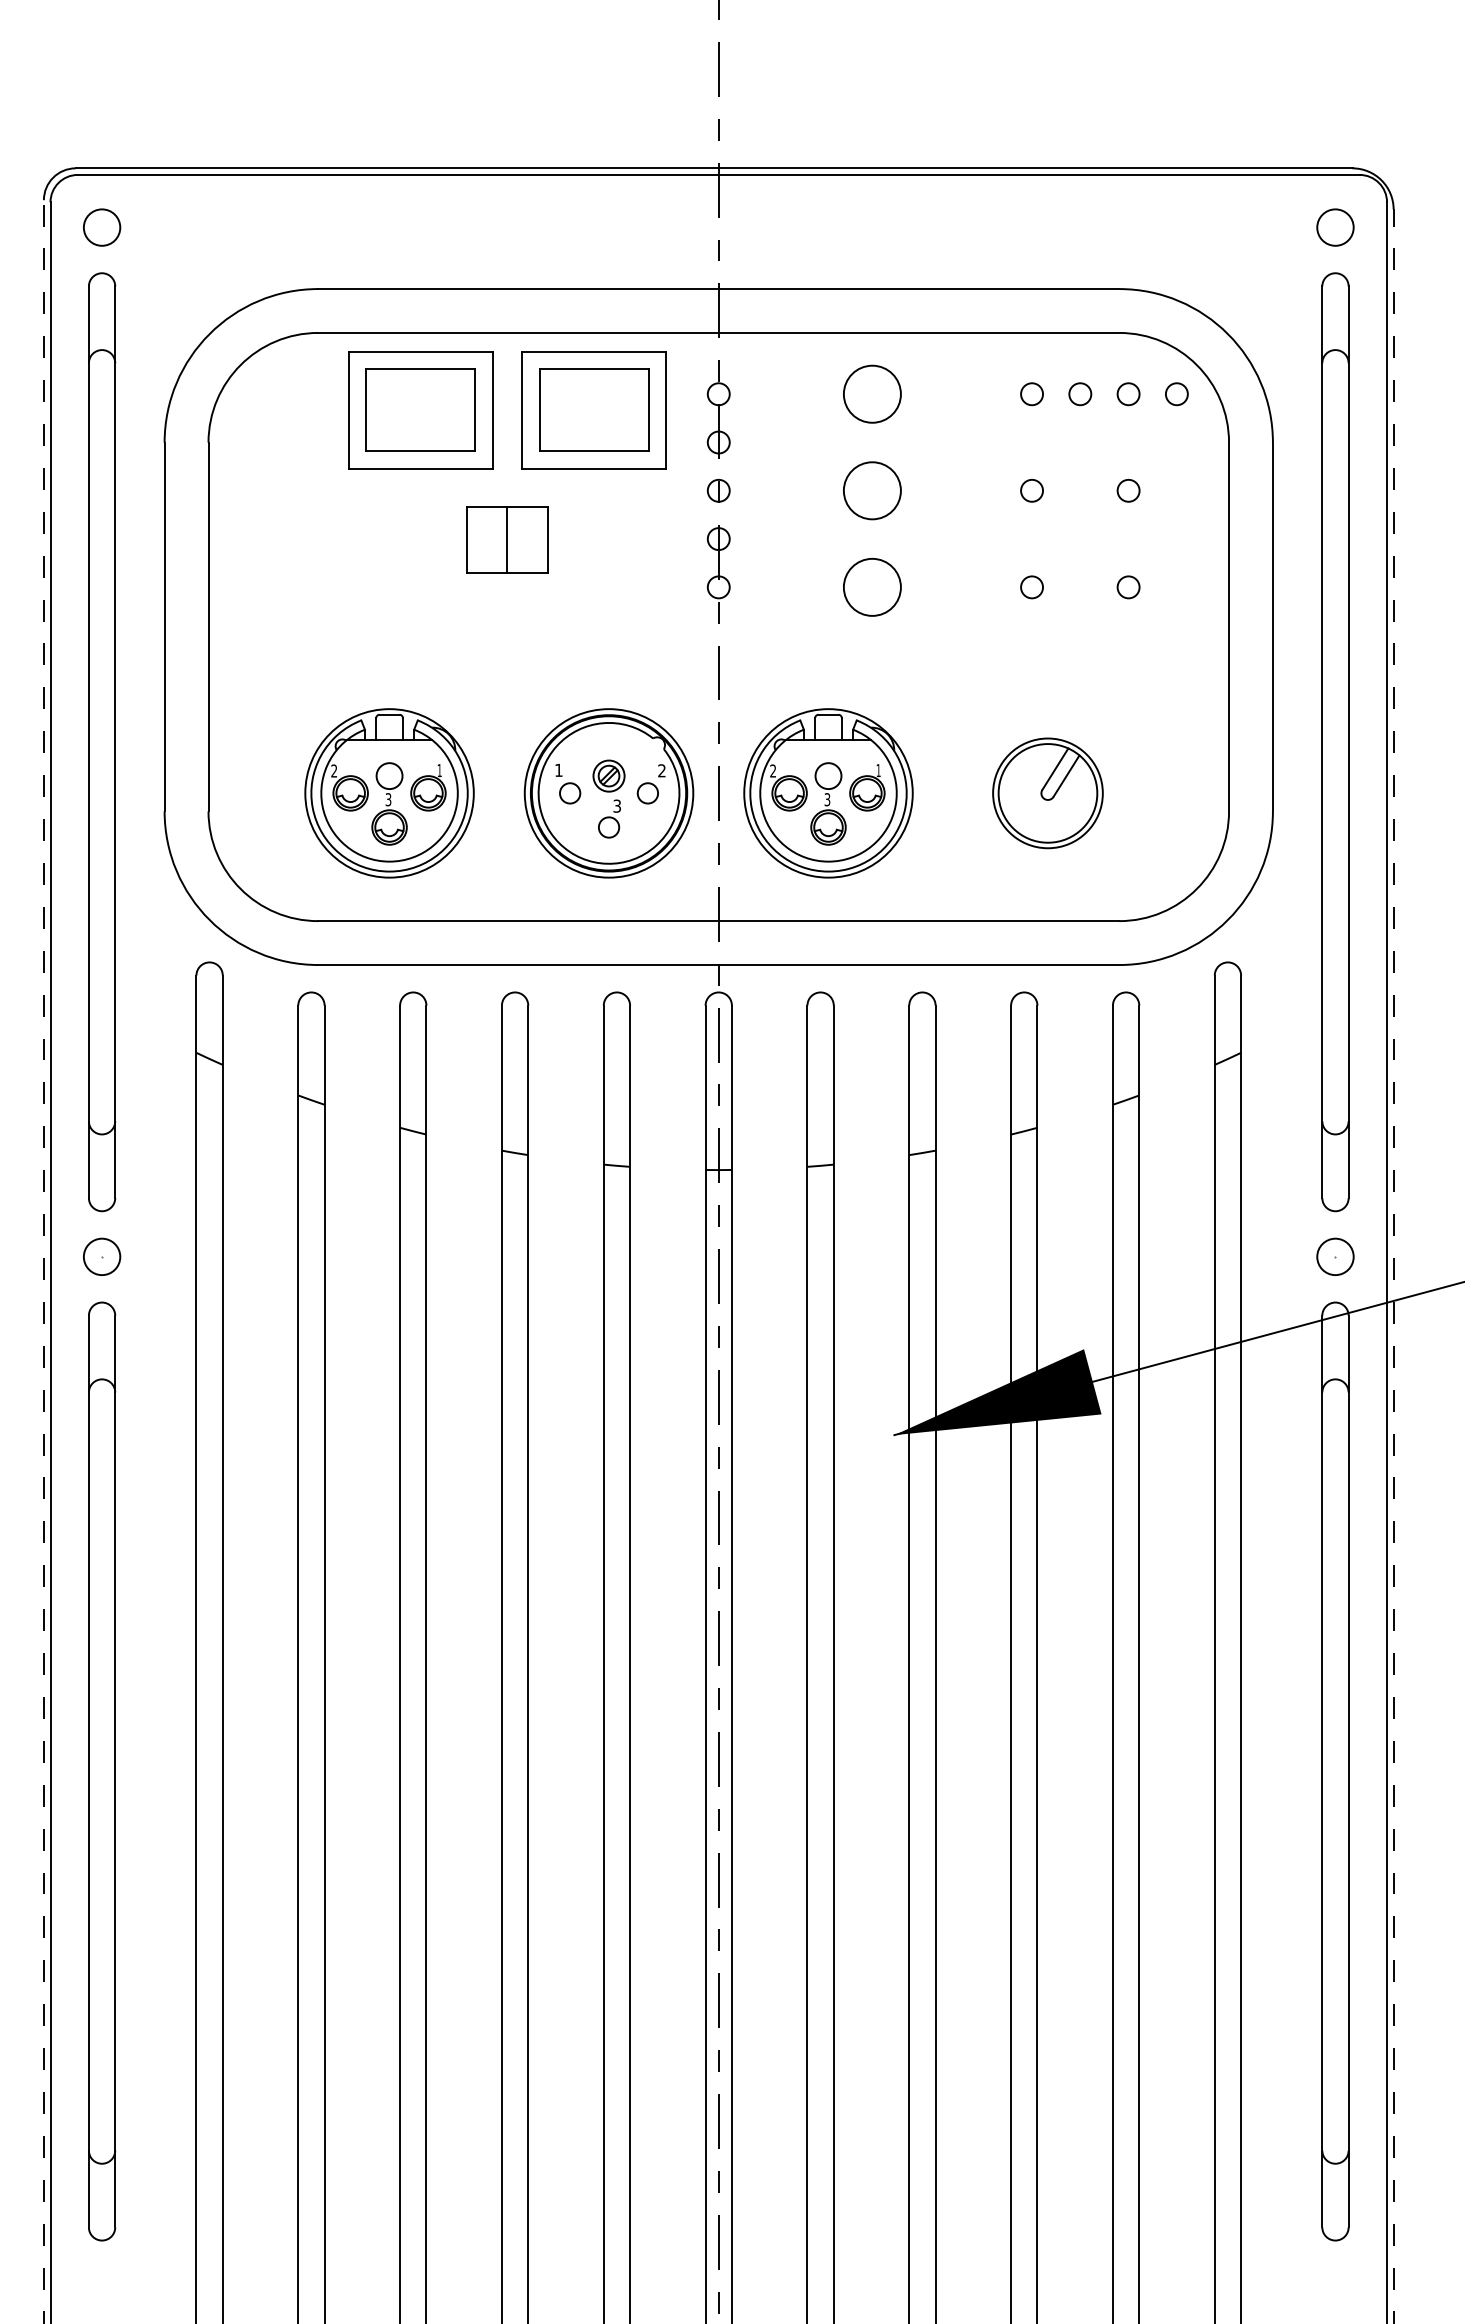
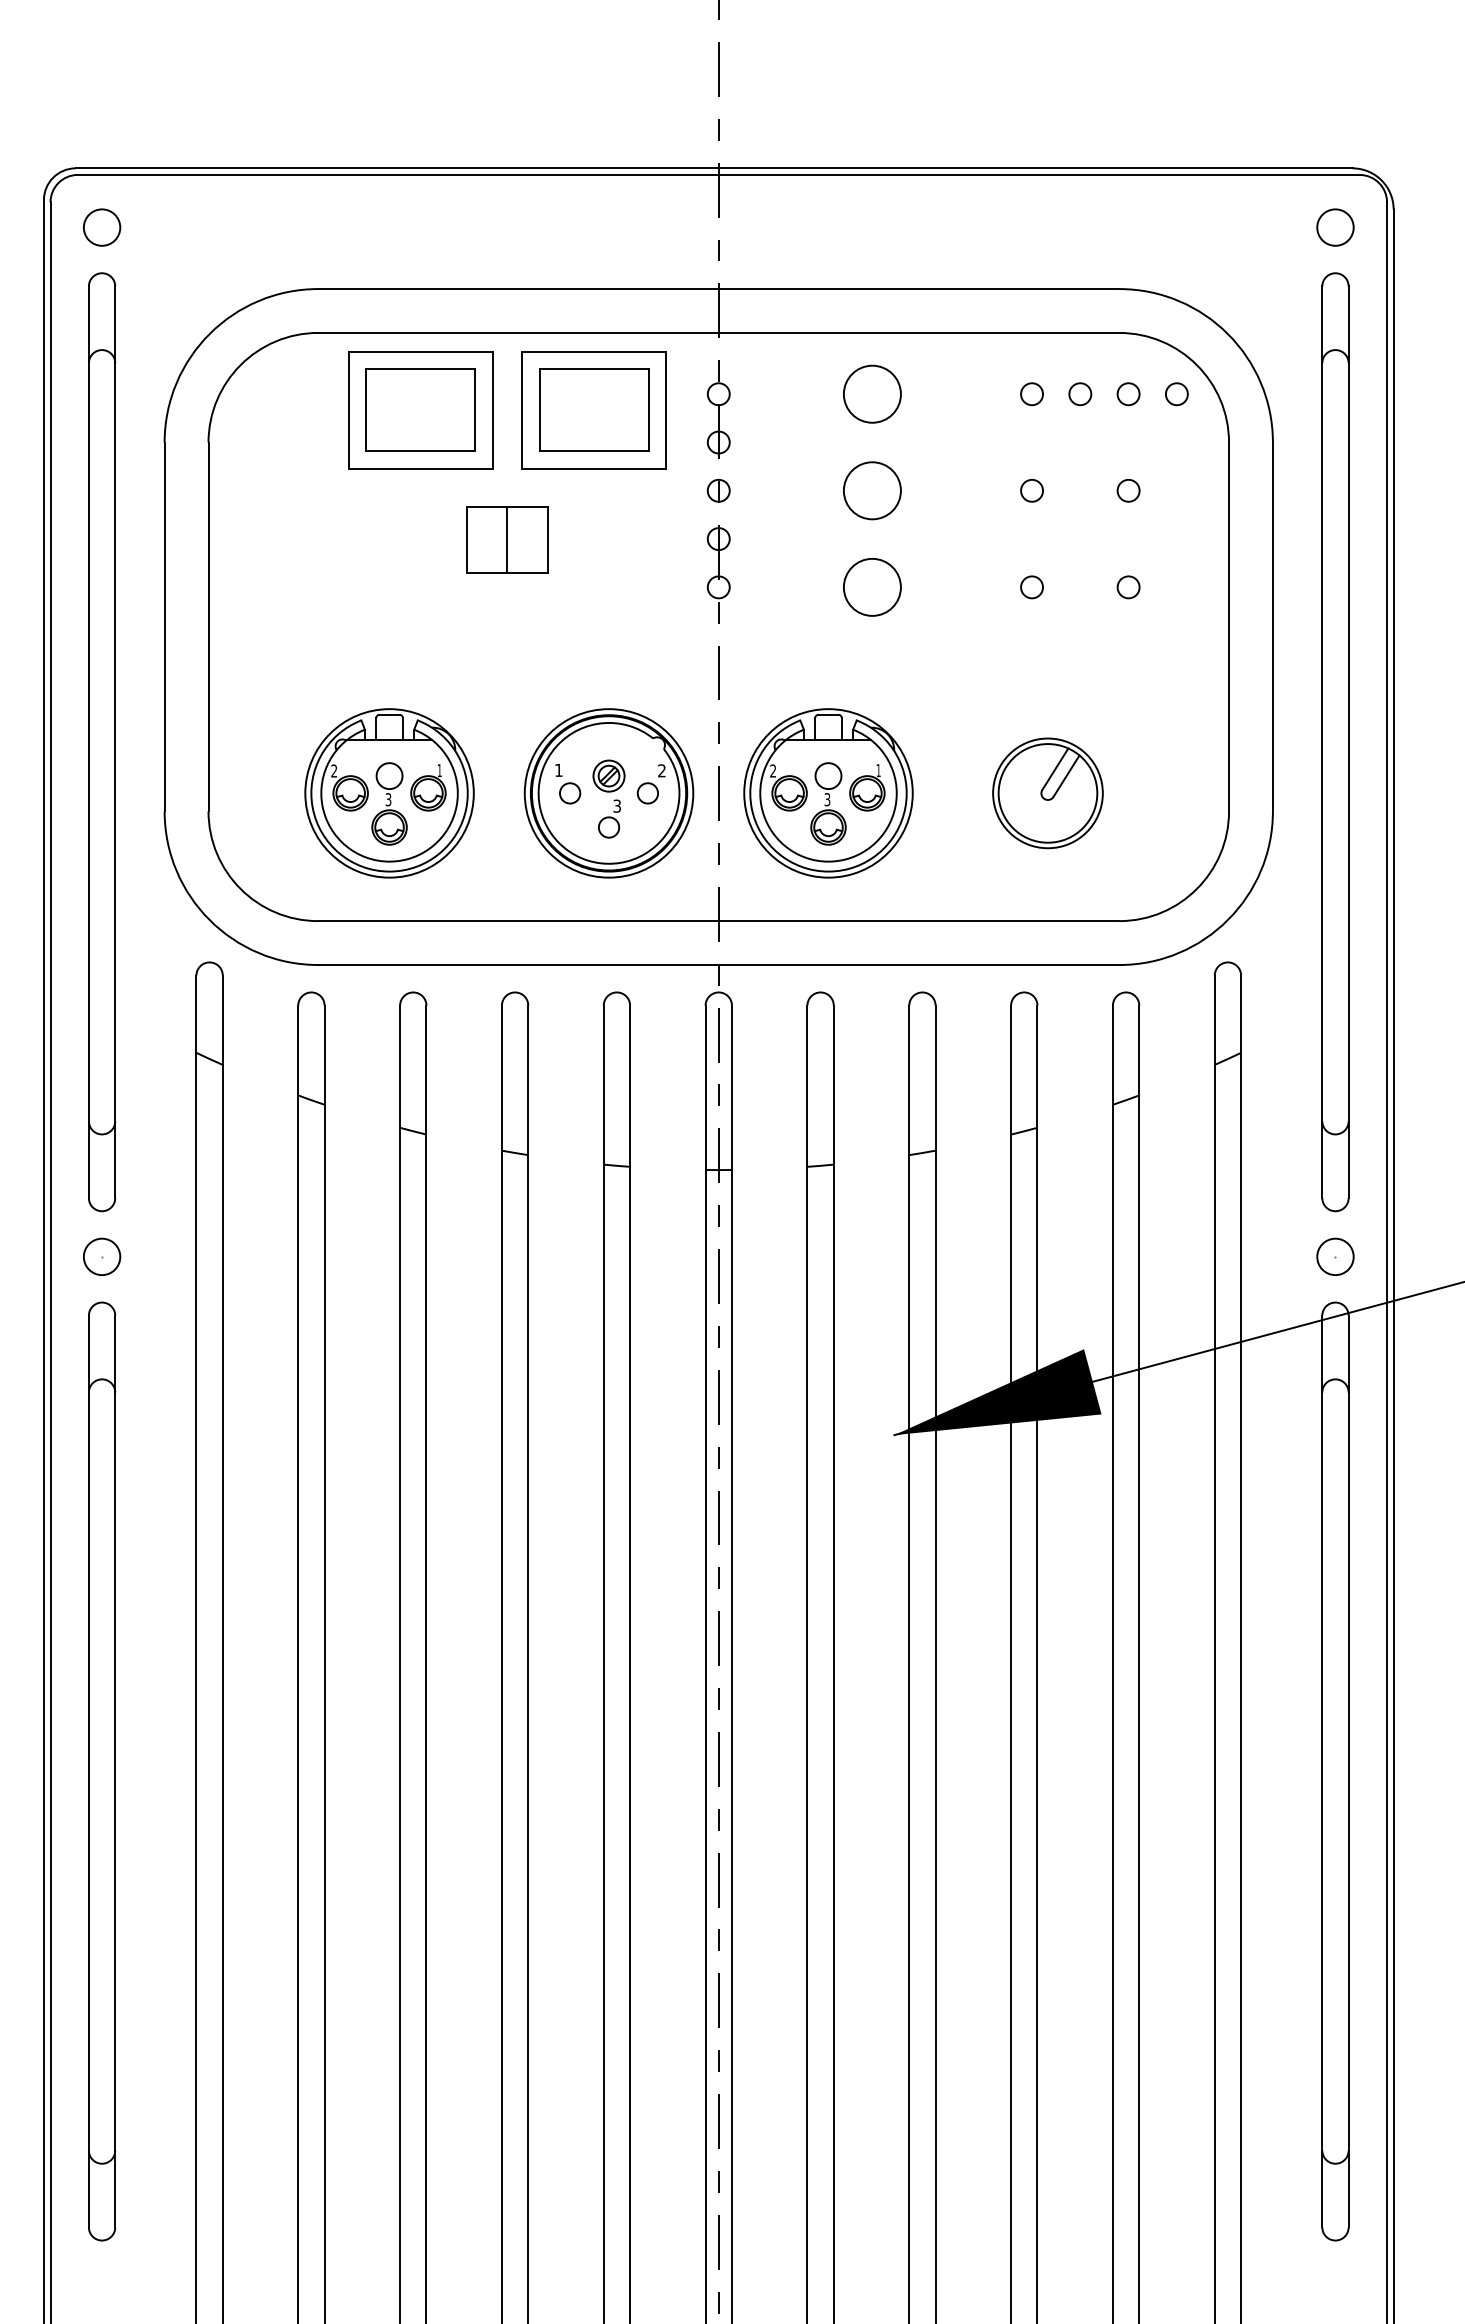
line at (43, 1261): dashed -> solid
line at (1393, 1266): dashed -> solid
